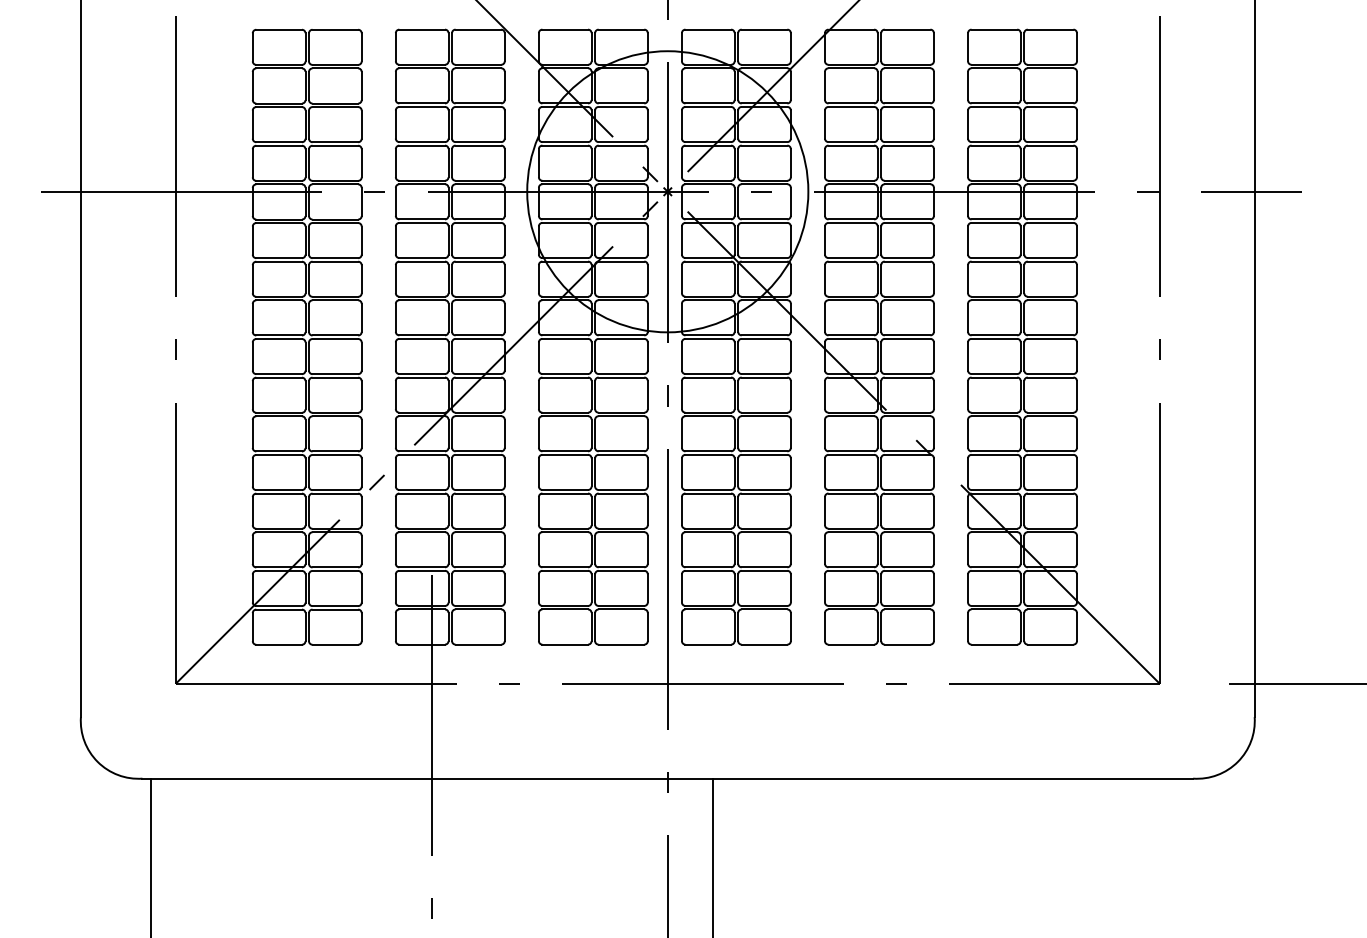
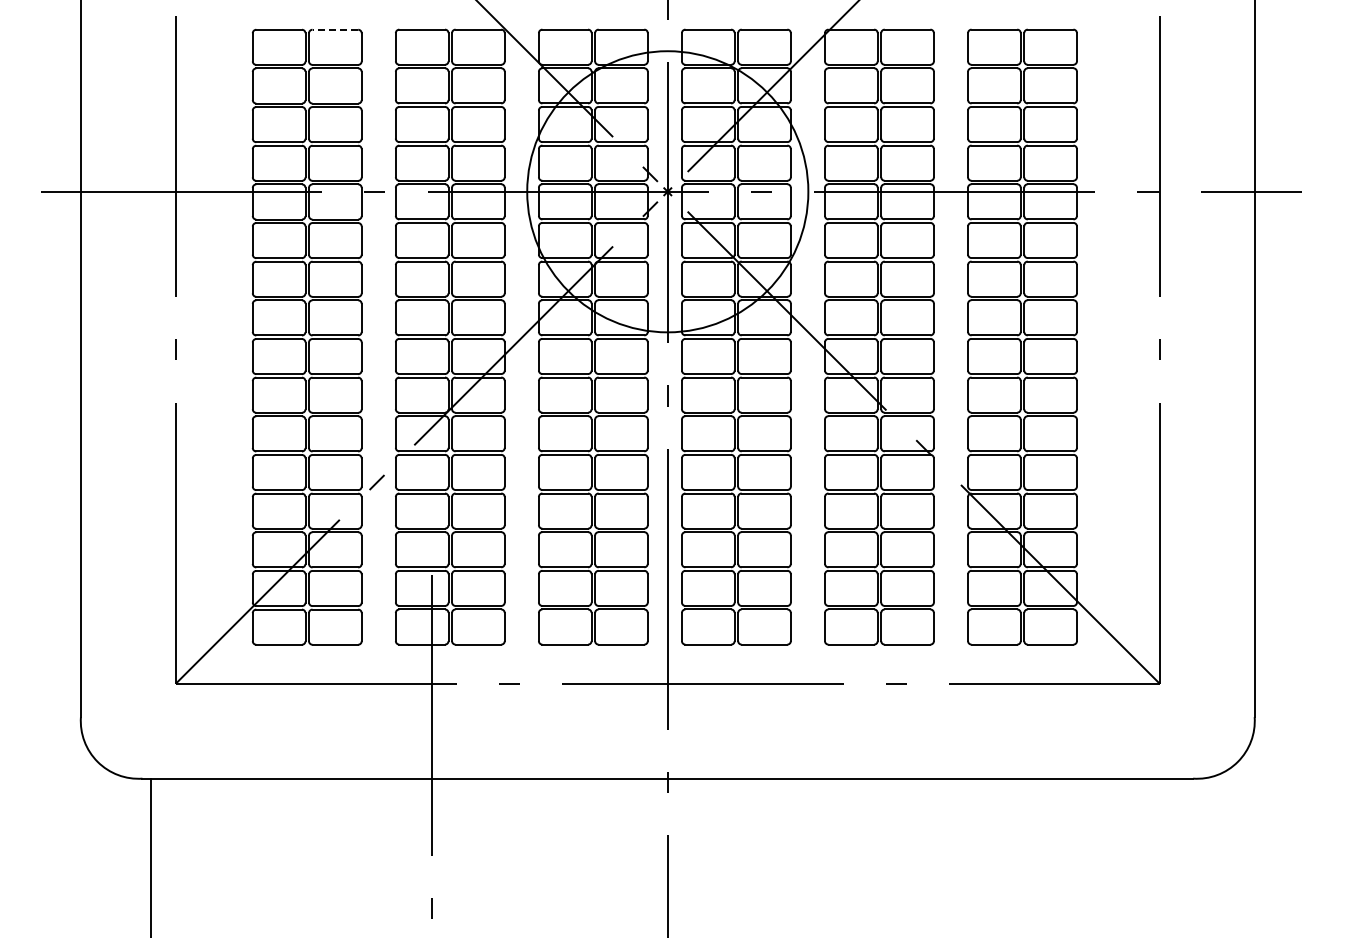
line at (335, 29): solid -> dashed
line at (1296, 683): present -> none
line at (713, 856): present -> none
